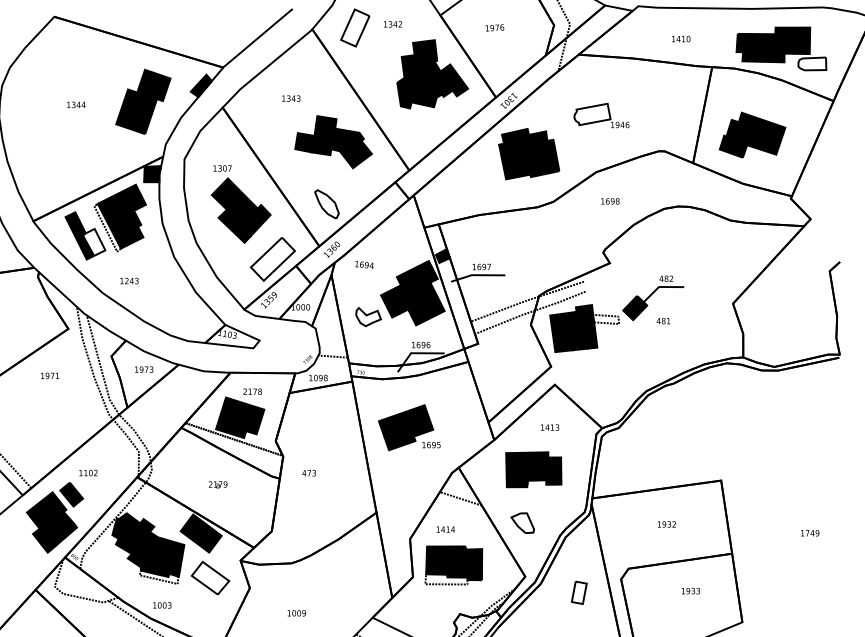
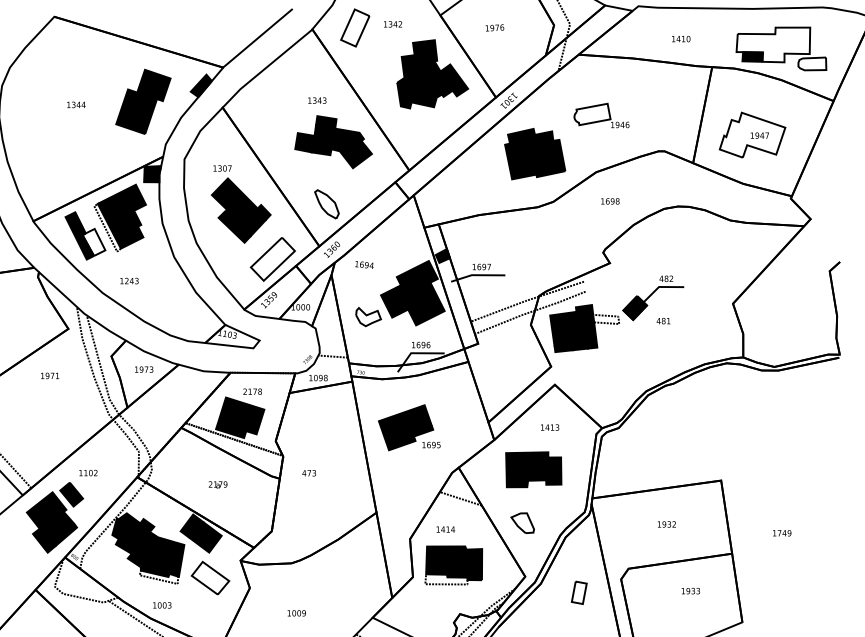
fill at (773, 44): present -> none
text at (291, 98) position: (291, 98) -> (317, 100)
fill at (752, 134): present -> none
part at (529, 154) position: (529, 154) -> (535, 154)
text at (810, 533) position: (810, 533) -> (782, 533)
